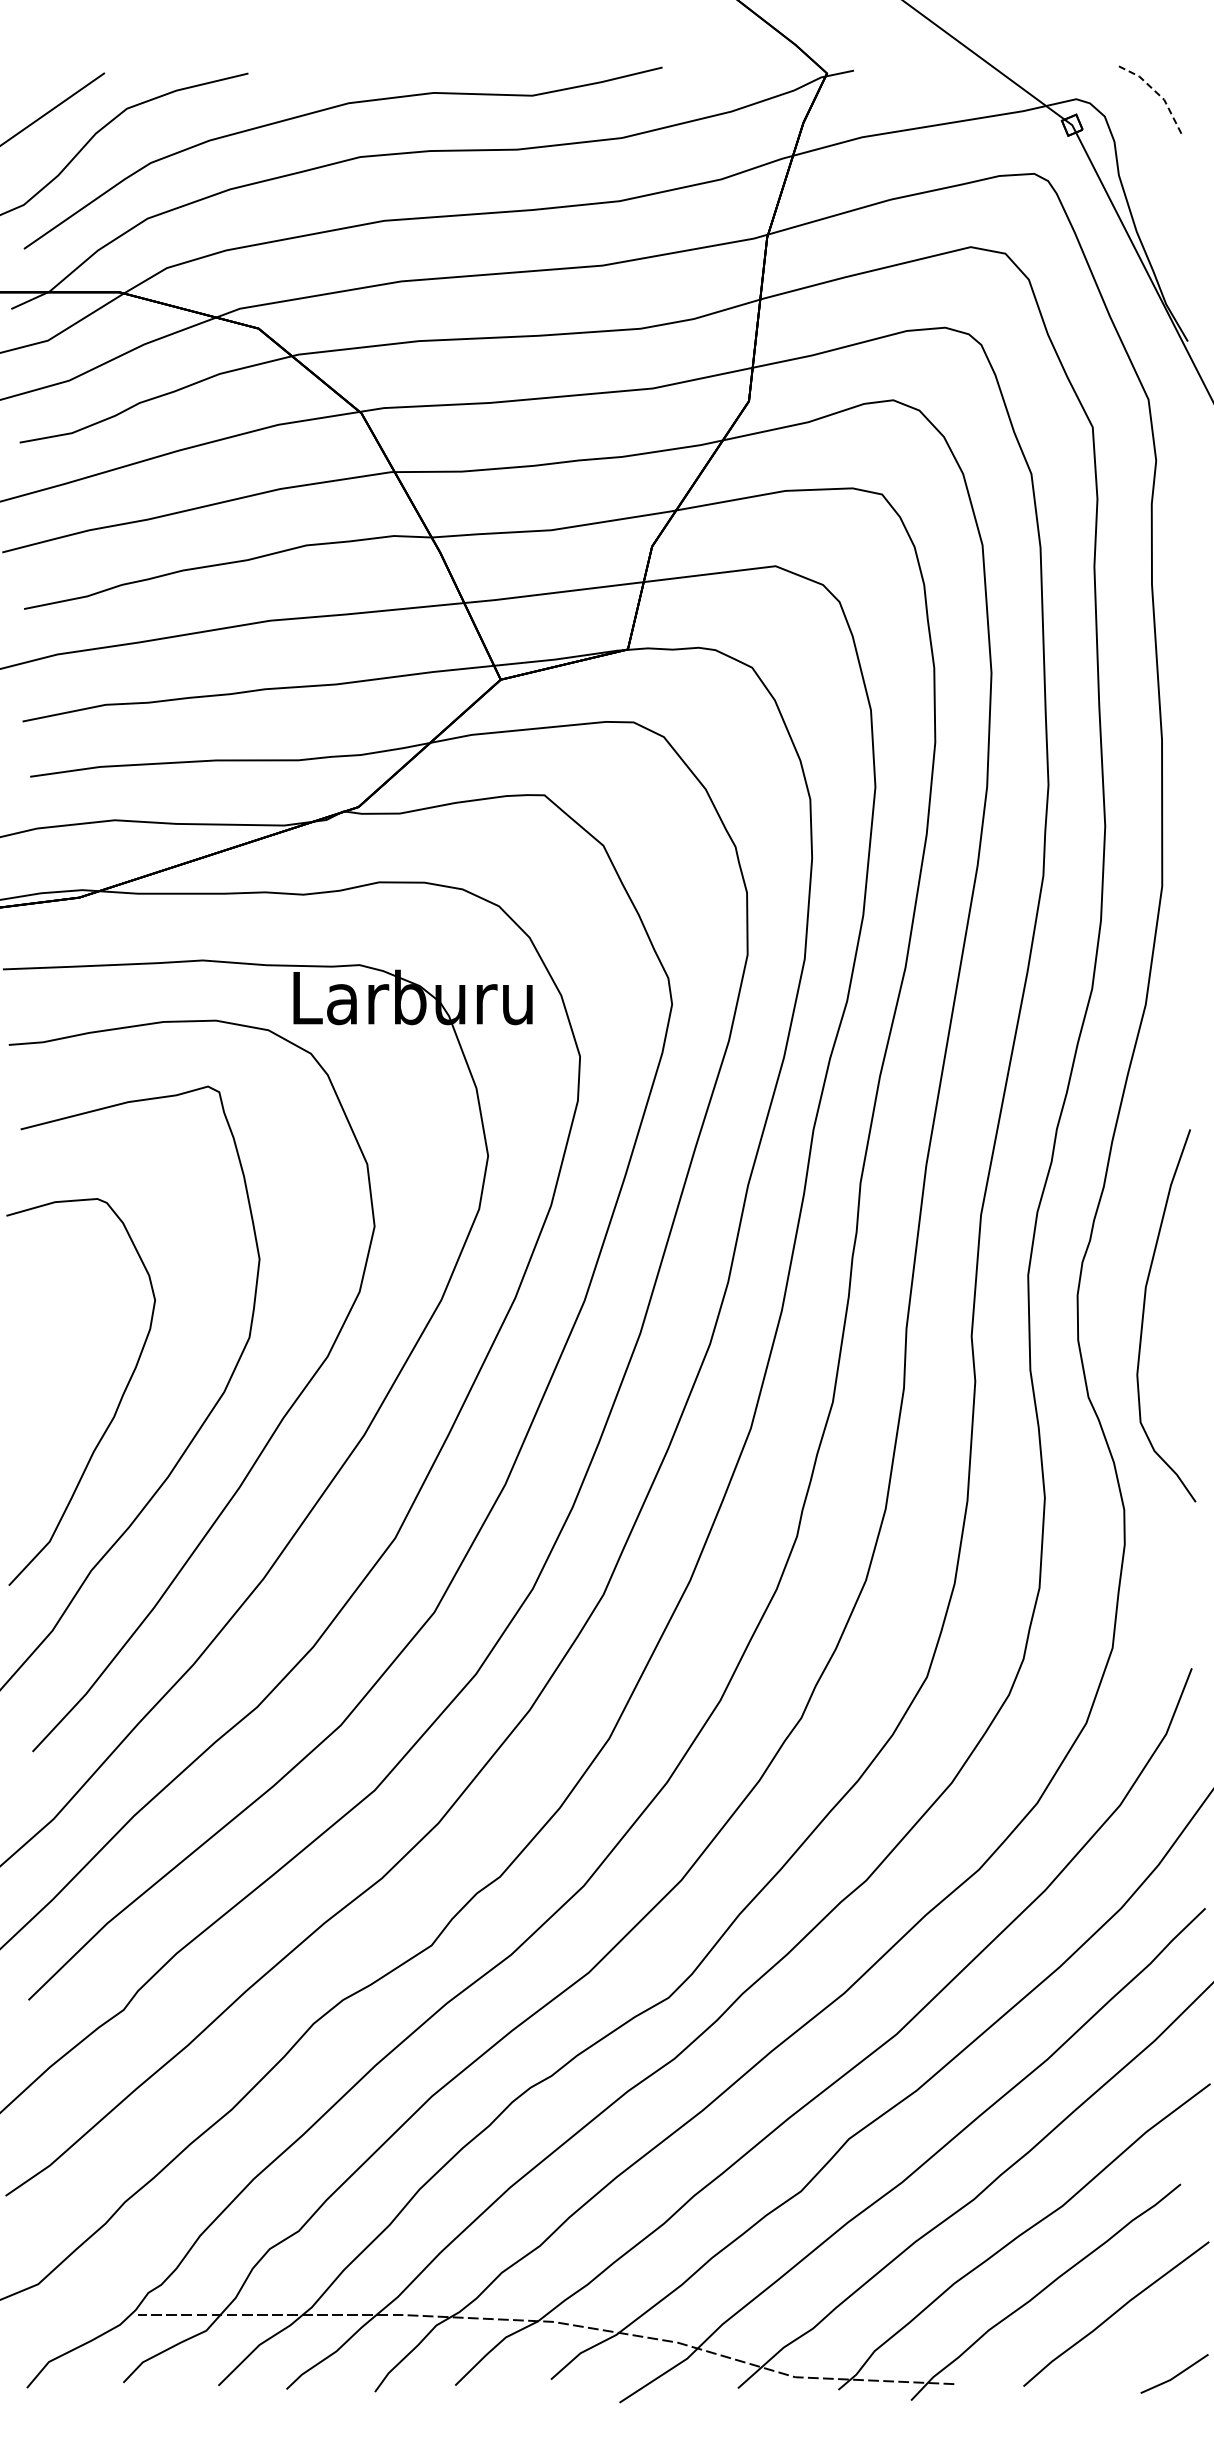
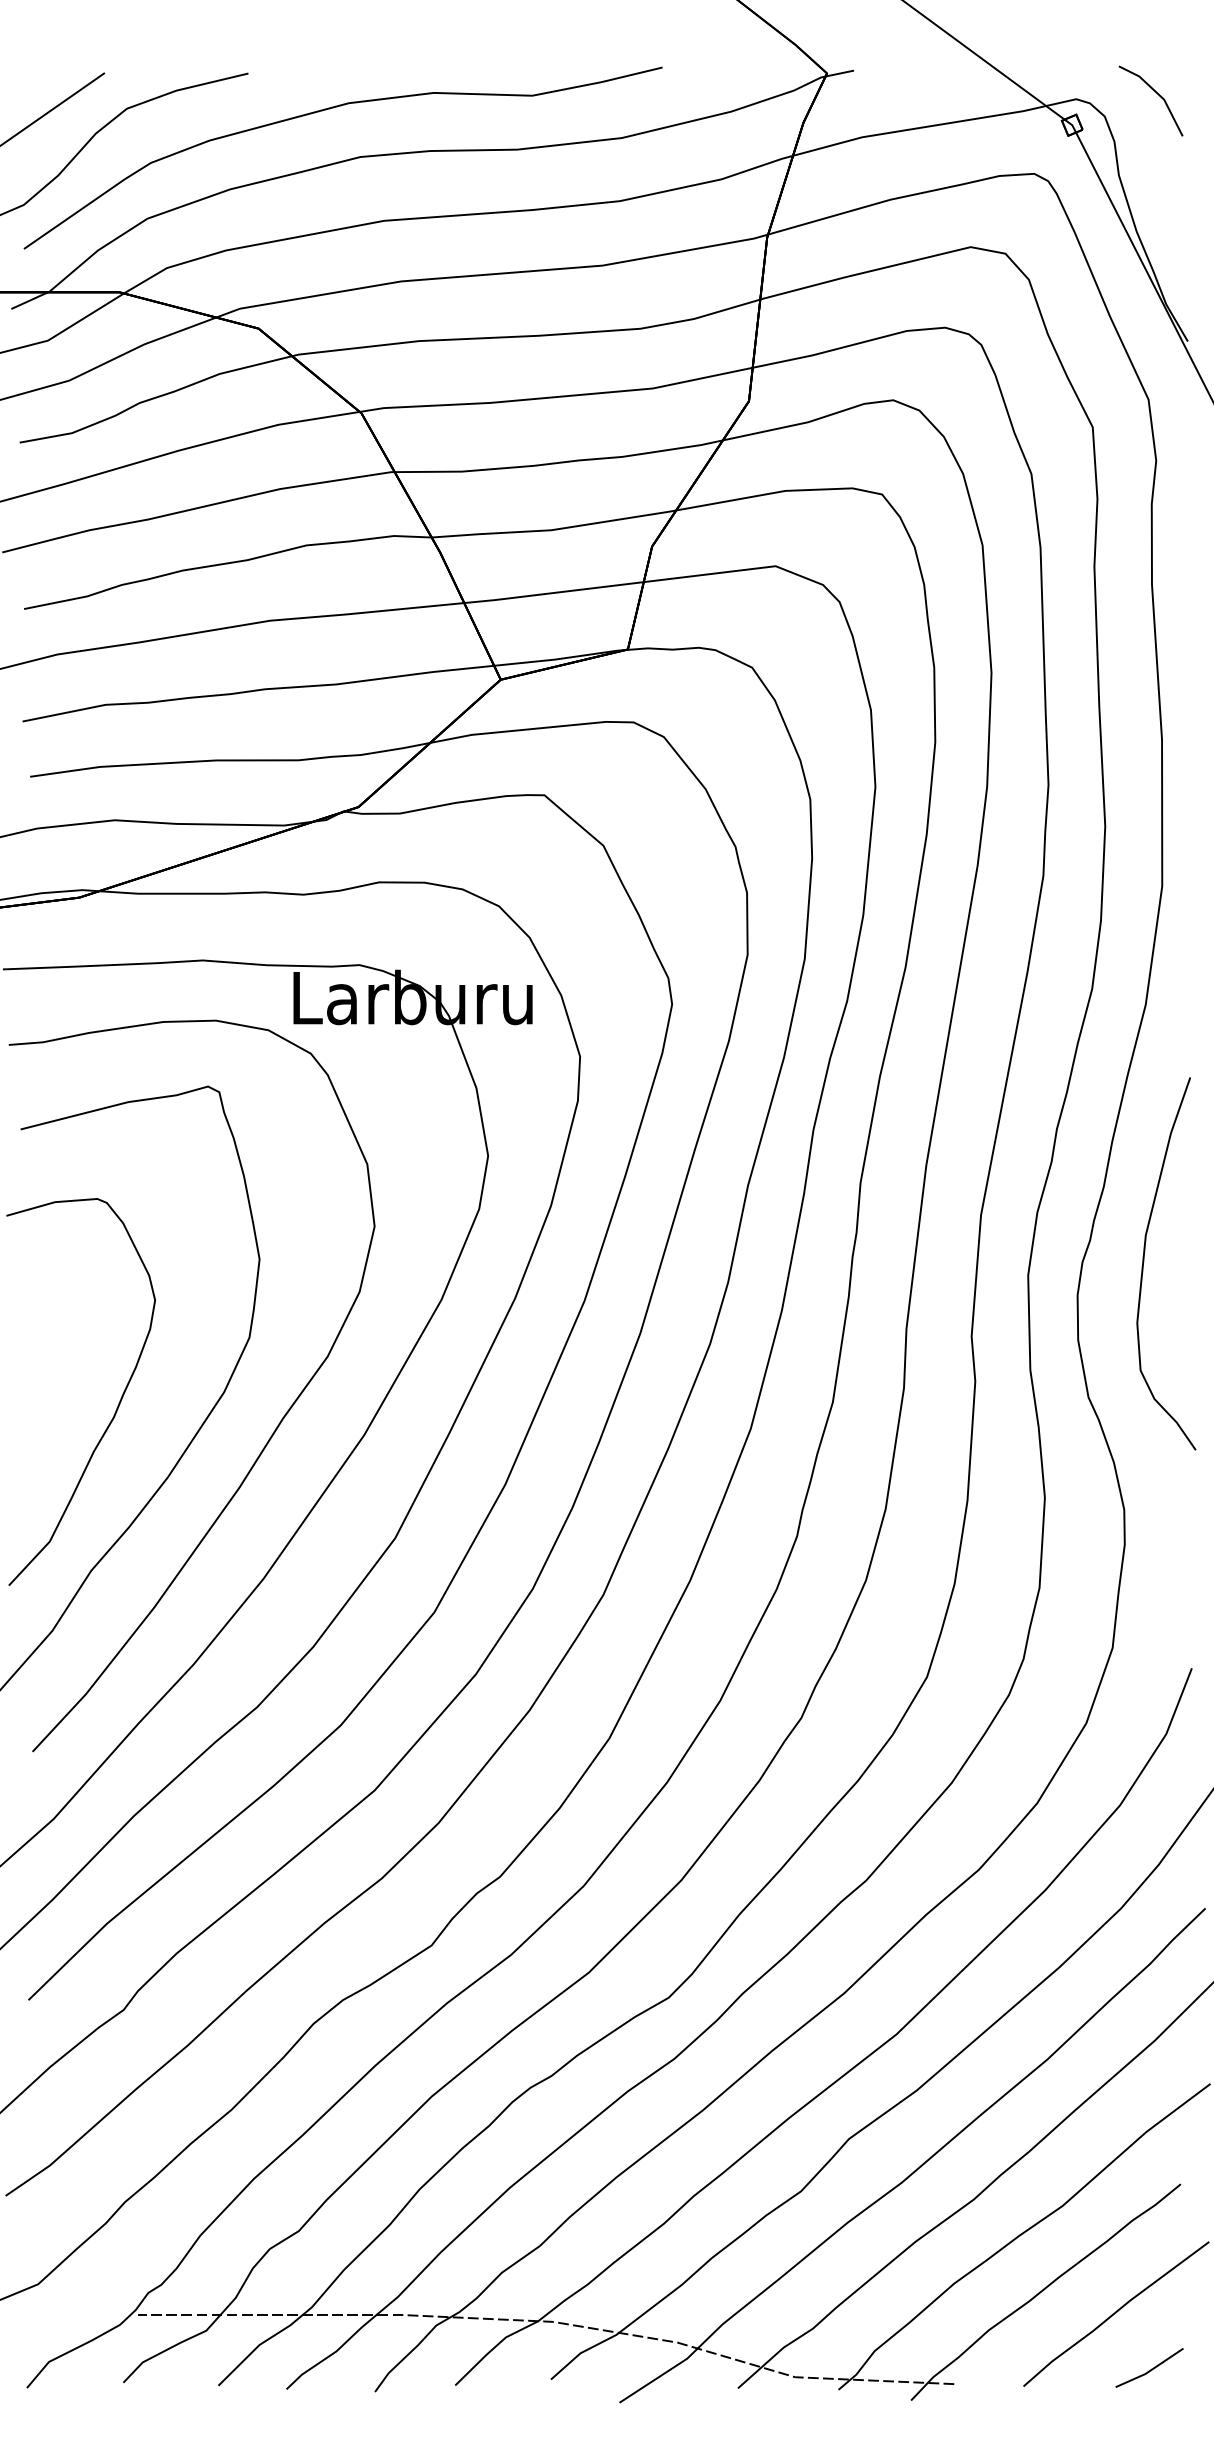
line at (1158, 94): dashed -> solid
curve at (1144, 1314) position: (1144, 1314) -> (1144, 1262)
line at (1176, 2374) position: (1176, 2374) -> (1151, 2368)
